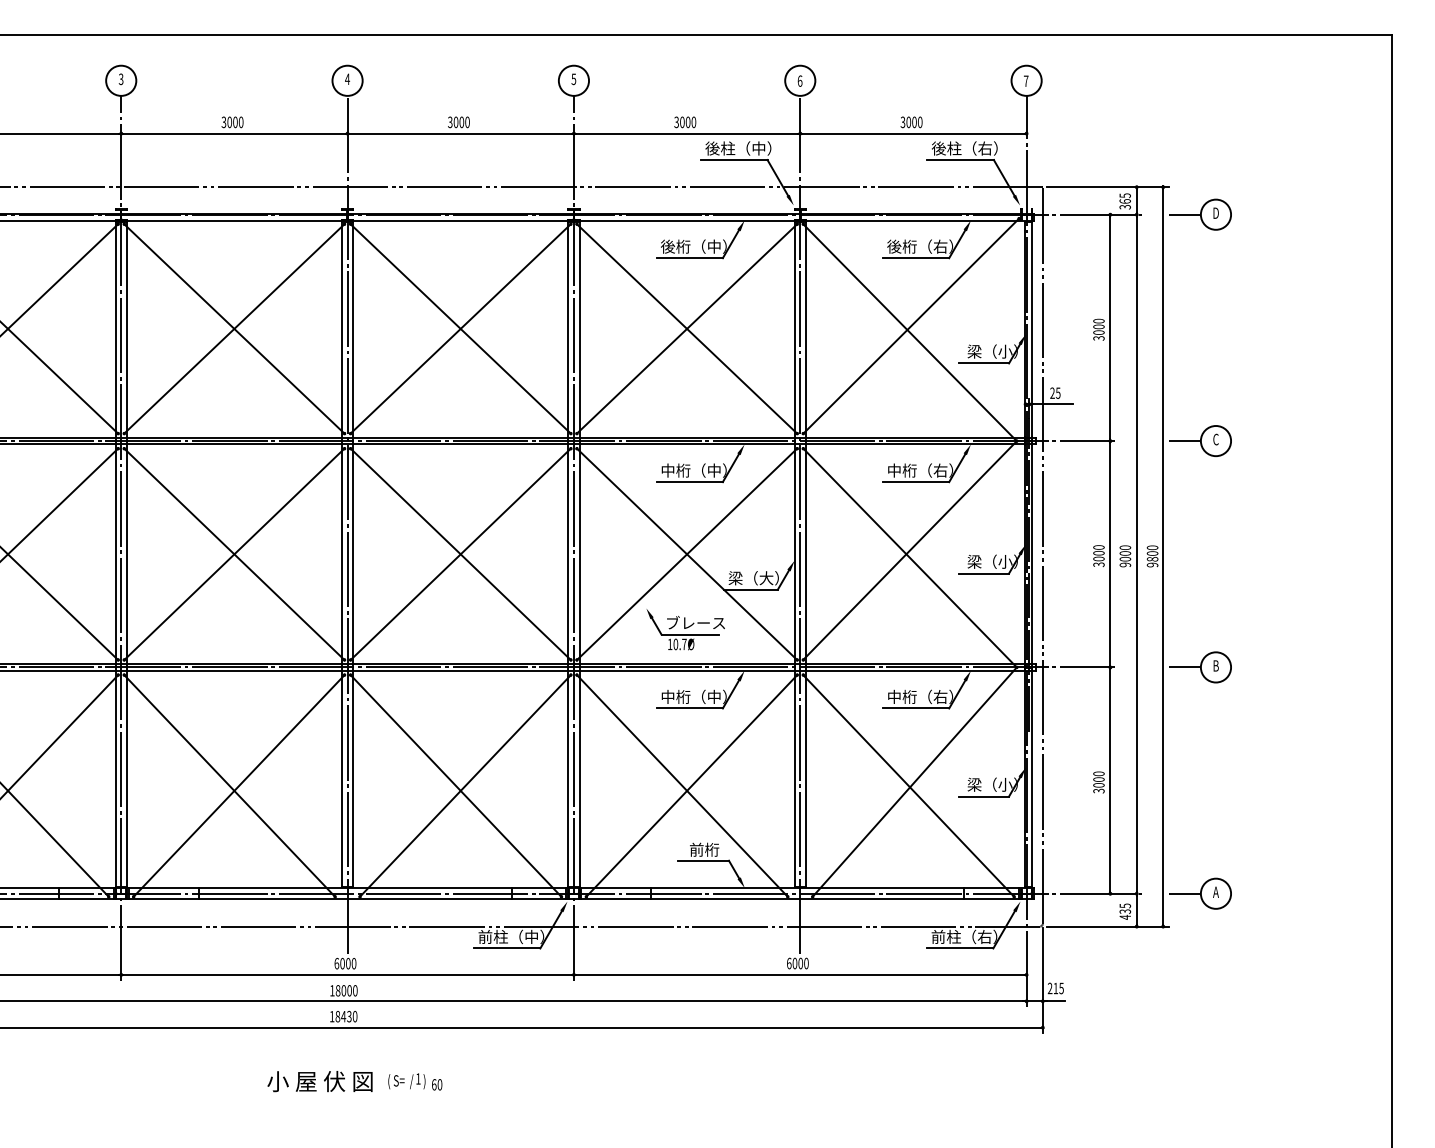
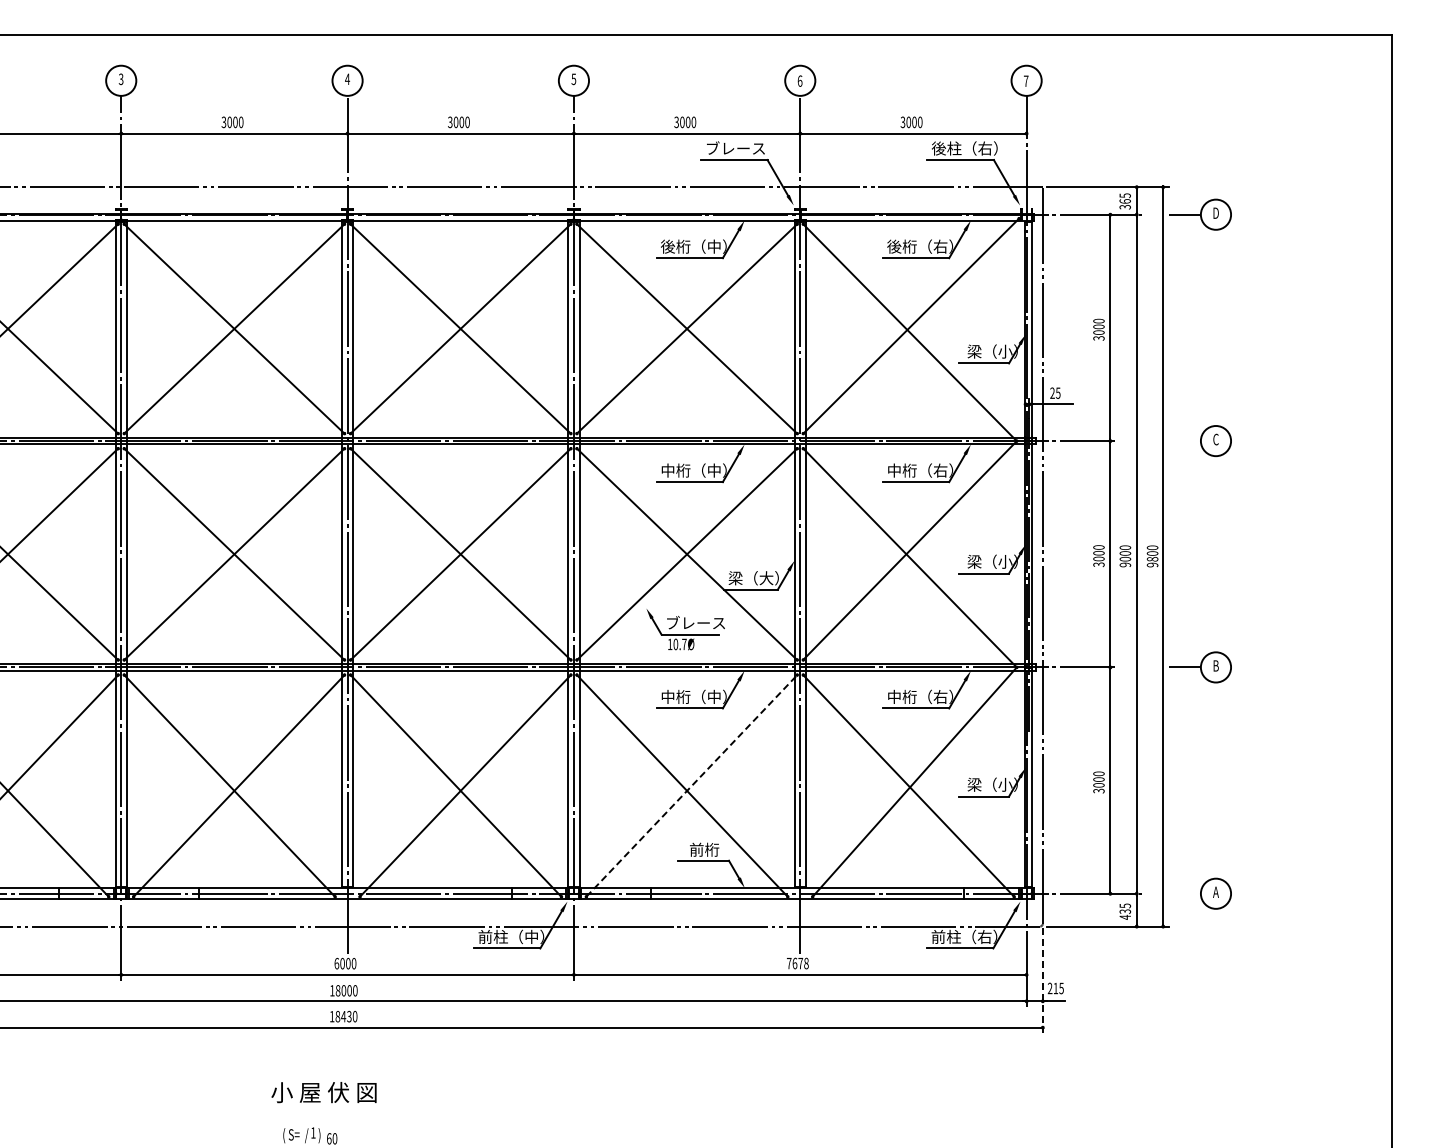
text at (738, 148): 後柱（中） -> ブレース
line at (1184, 441): present -> none
line at (691, 785): solid -> dashed
line at (1184, 893): present -> none
text at (797, 963): 6000 -> 7678
line at (1042, 981): solid -> dashed
text at (319, 1081) position: (319, 1081) -> (323, 1092)
text at (415, 1081) position: (415, 1081) -> (310, 1135)
